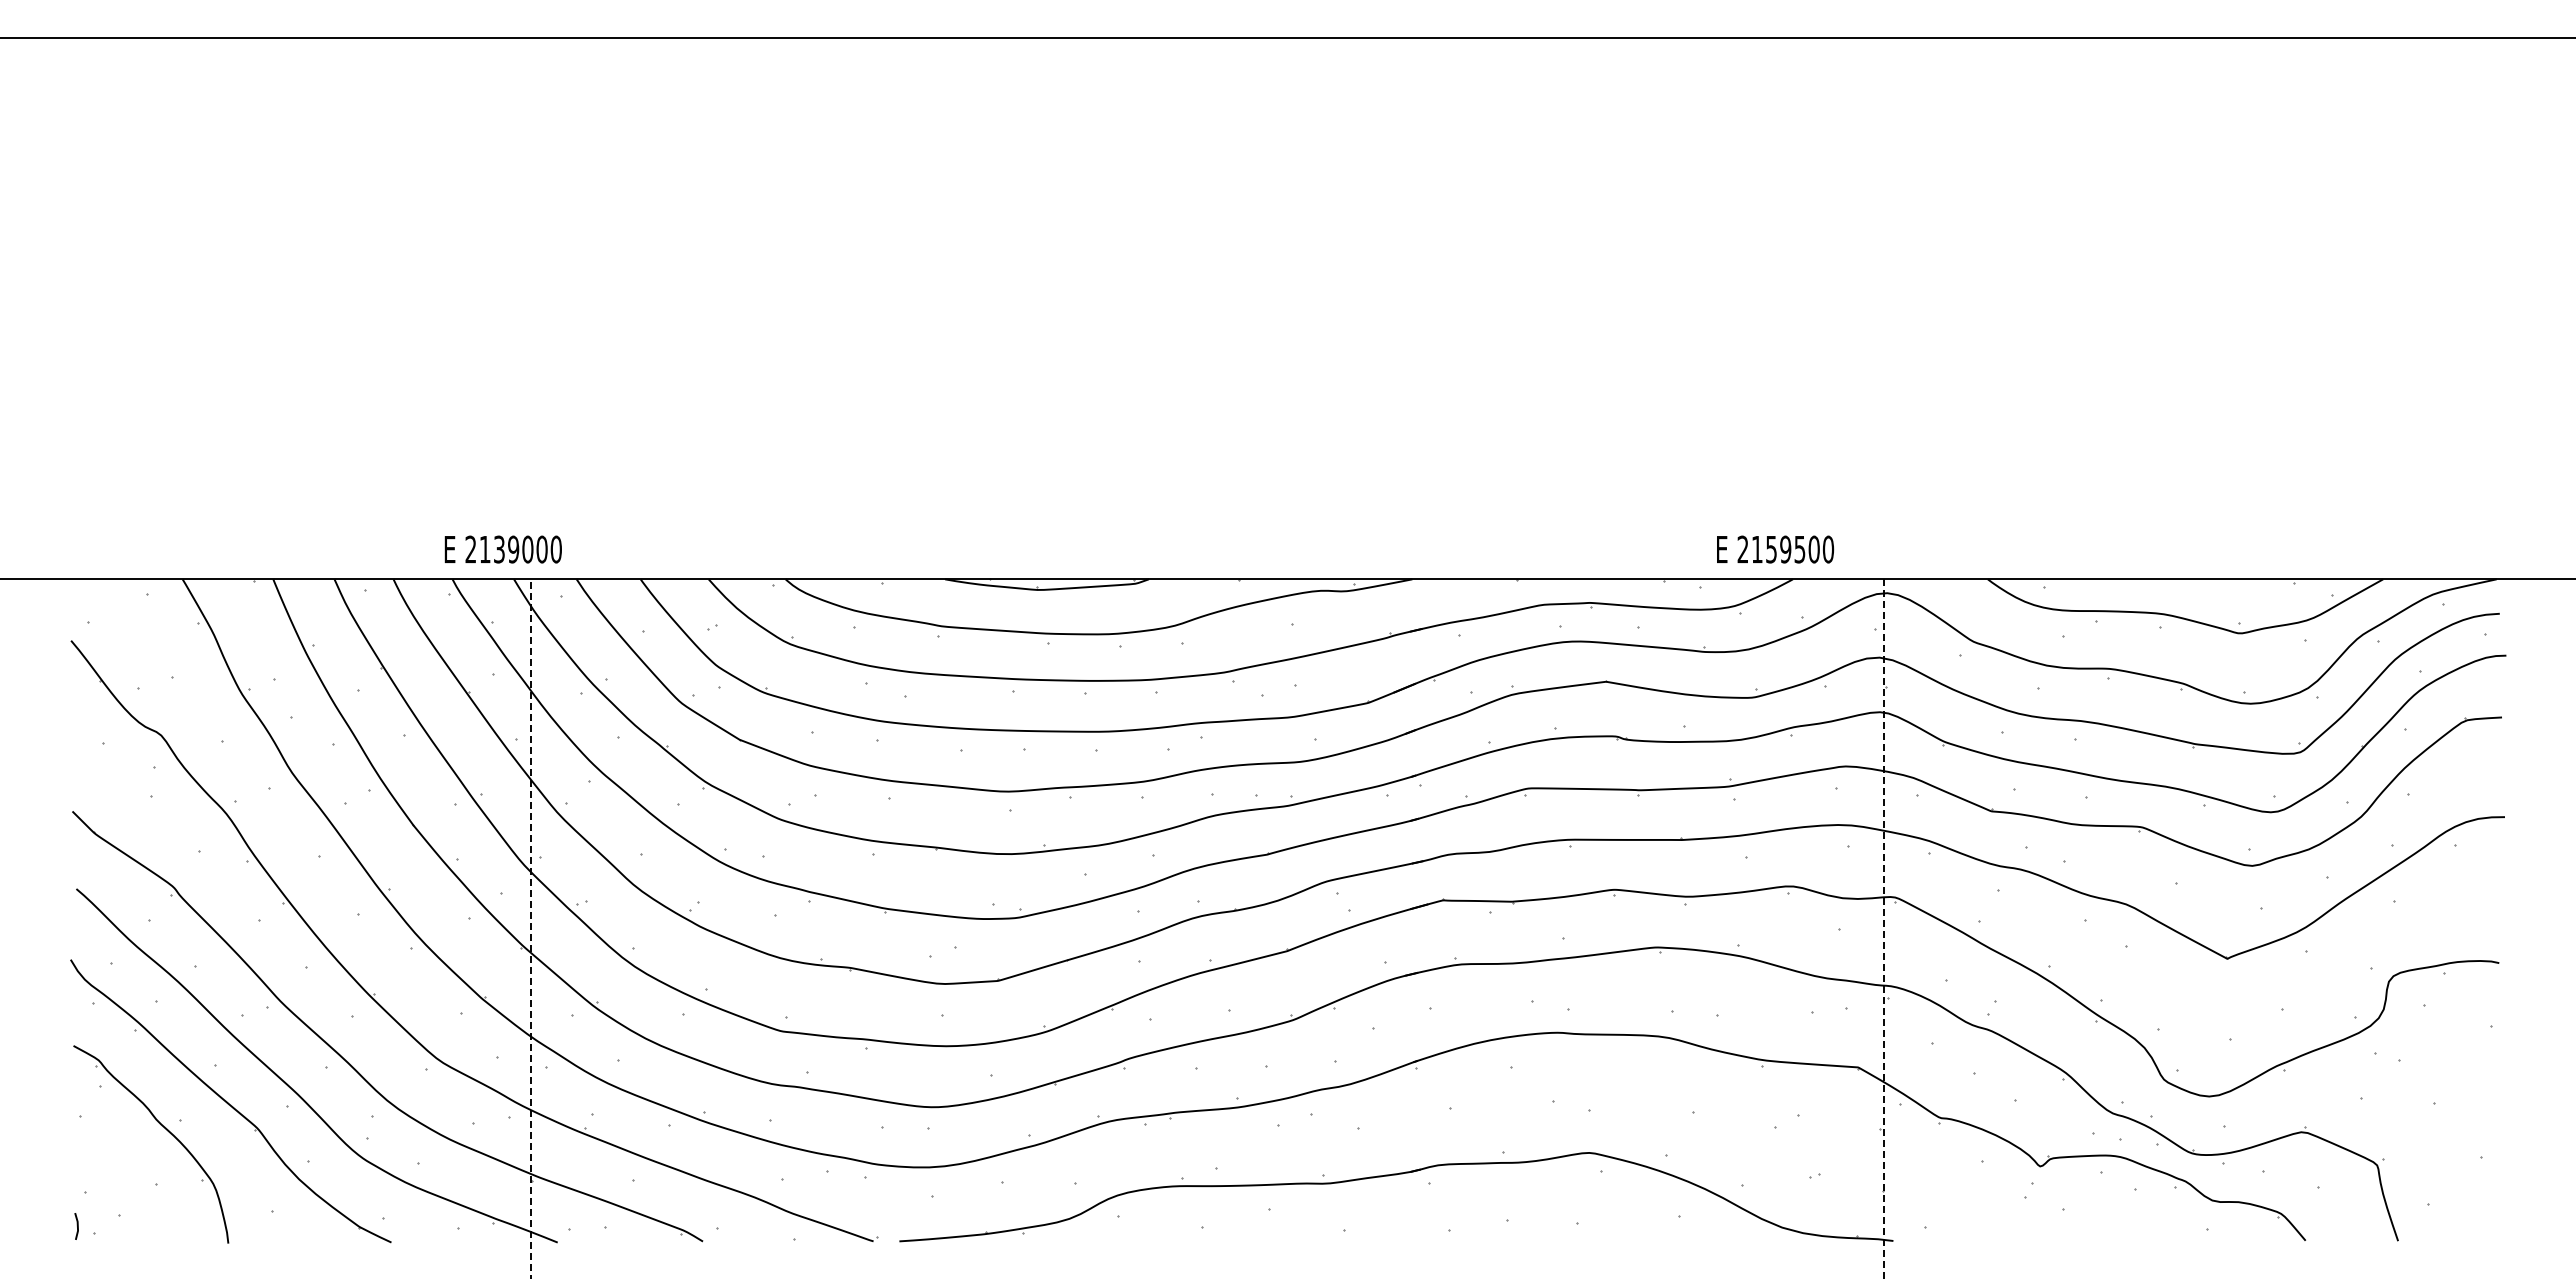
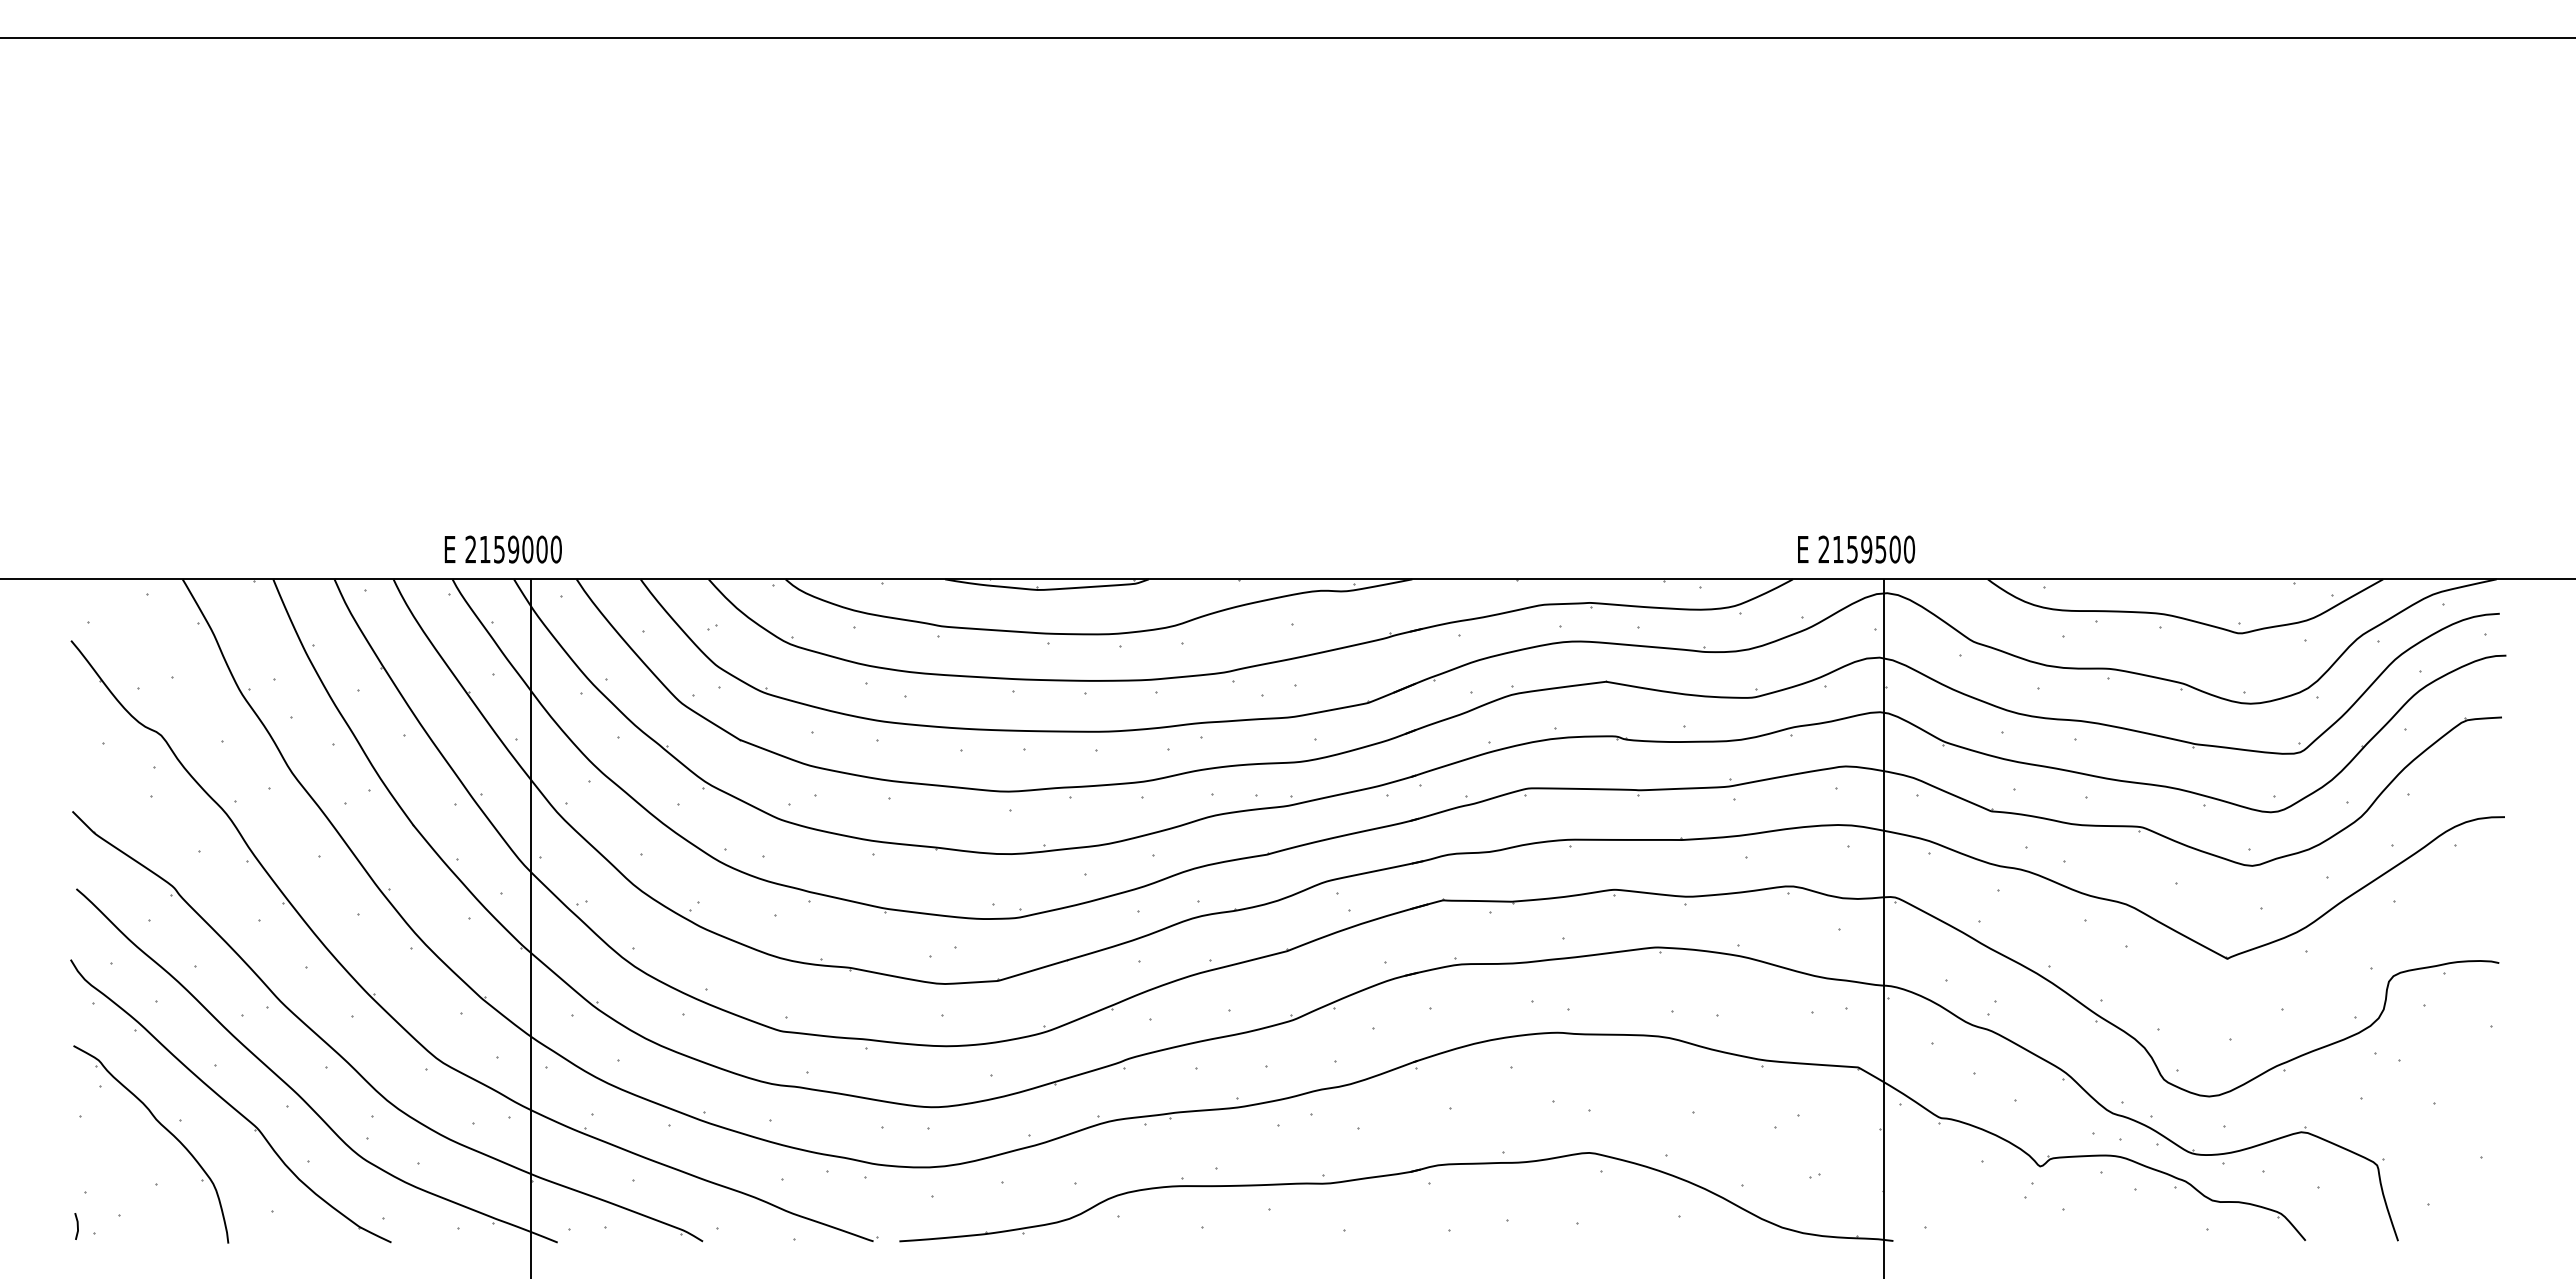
text at (499, 548): 2139000 -> 2159000
text at (1775, 549) position: (1775, 549) -> (1856, 549)
line at (531, 928): dashed -> solid
line at (1883, 928): dashed -> solid
